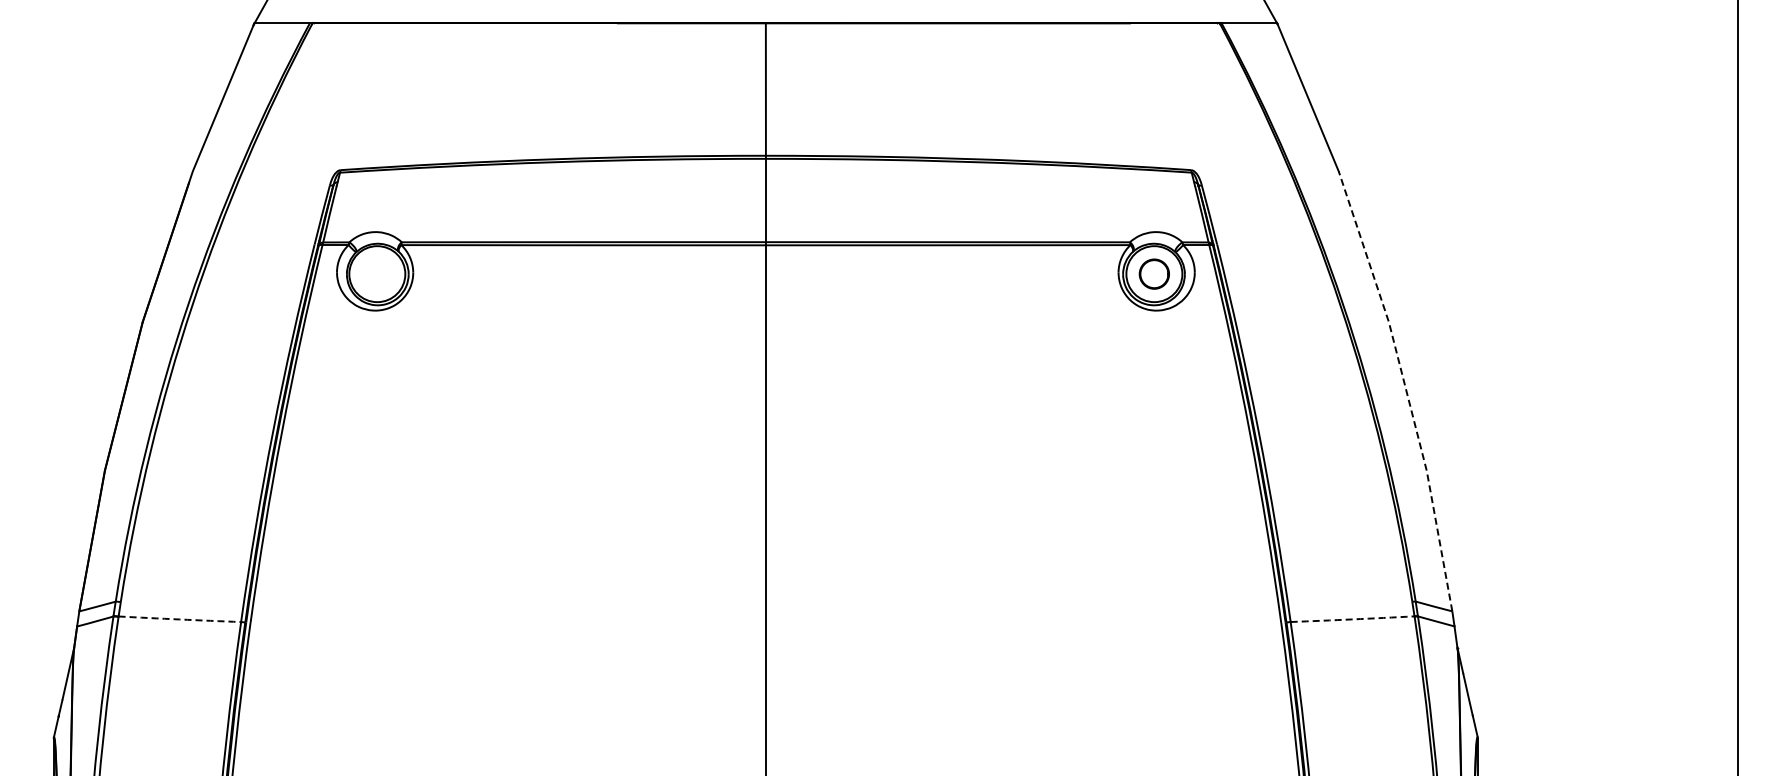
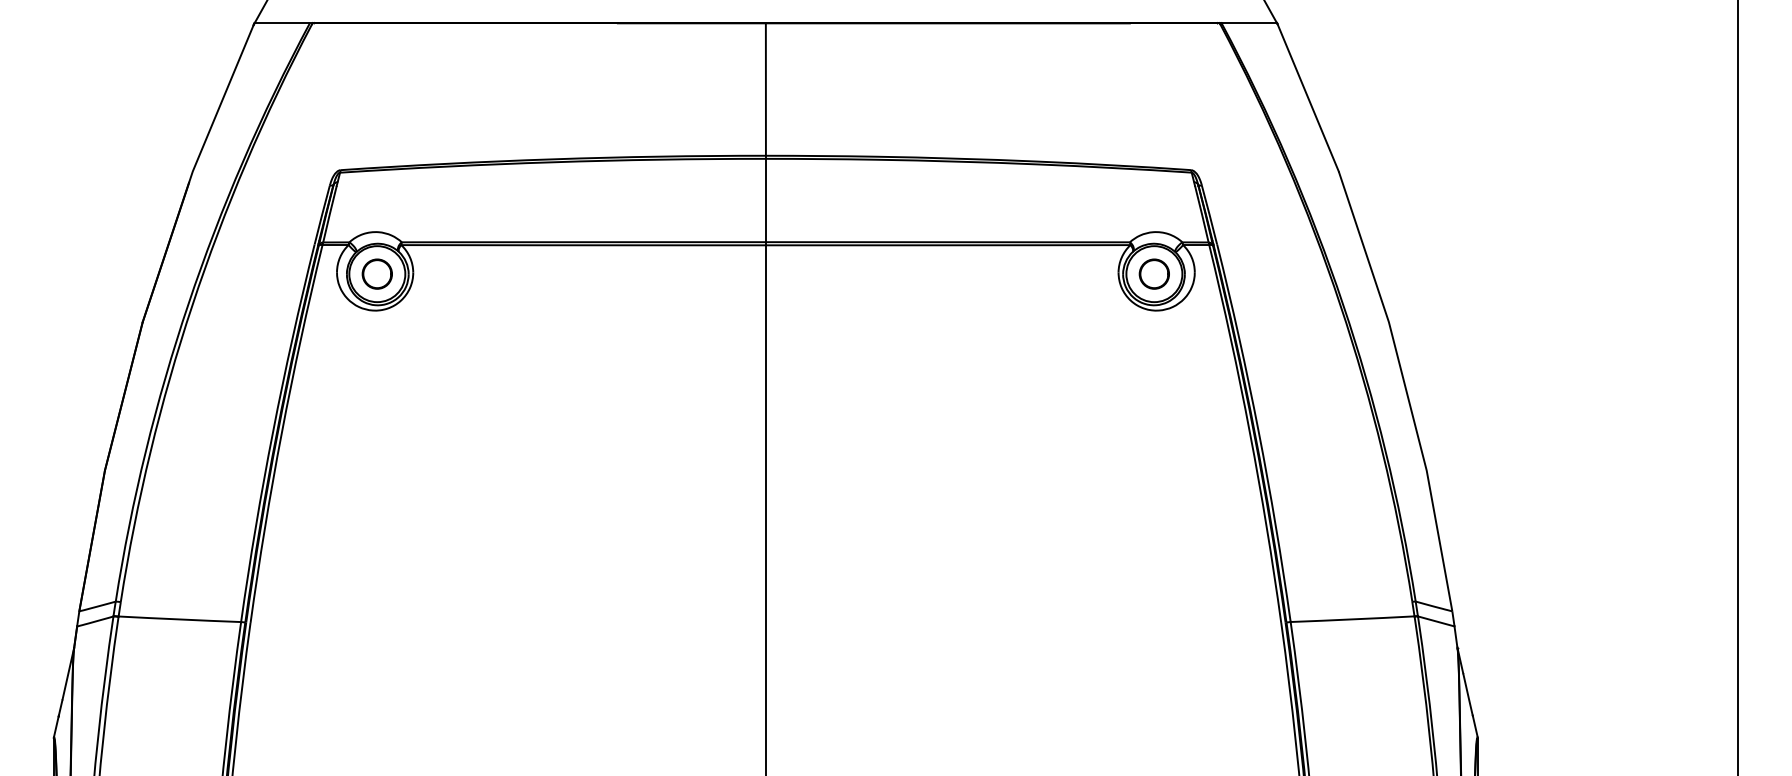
circle at (376, 273): none -> present
line at (1405, 388): dashed -> solid
arc at (179, 619): dashed -> solid
arc at (1352, 619): dashed -> solid
